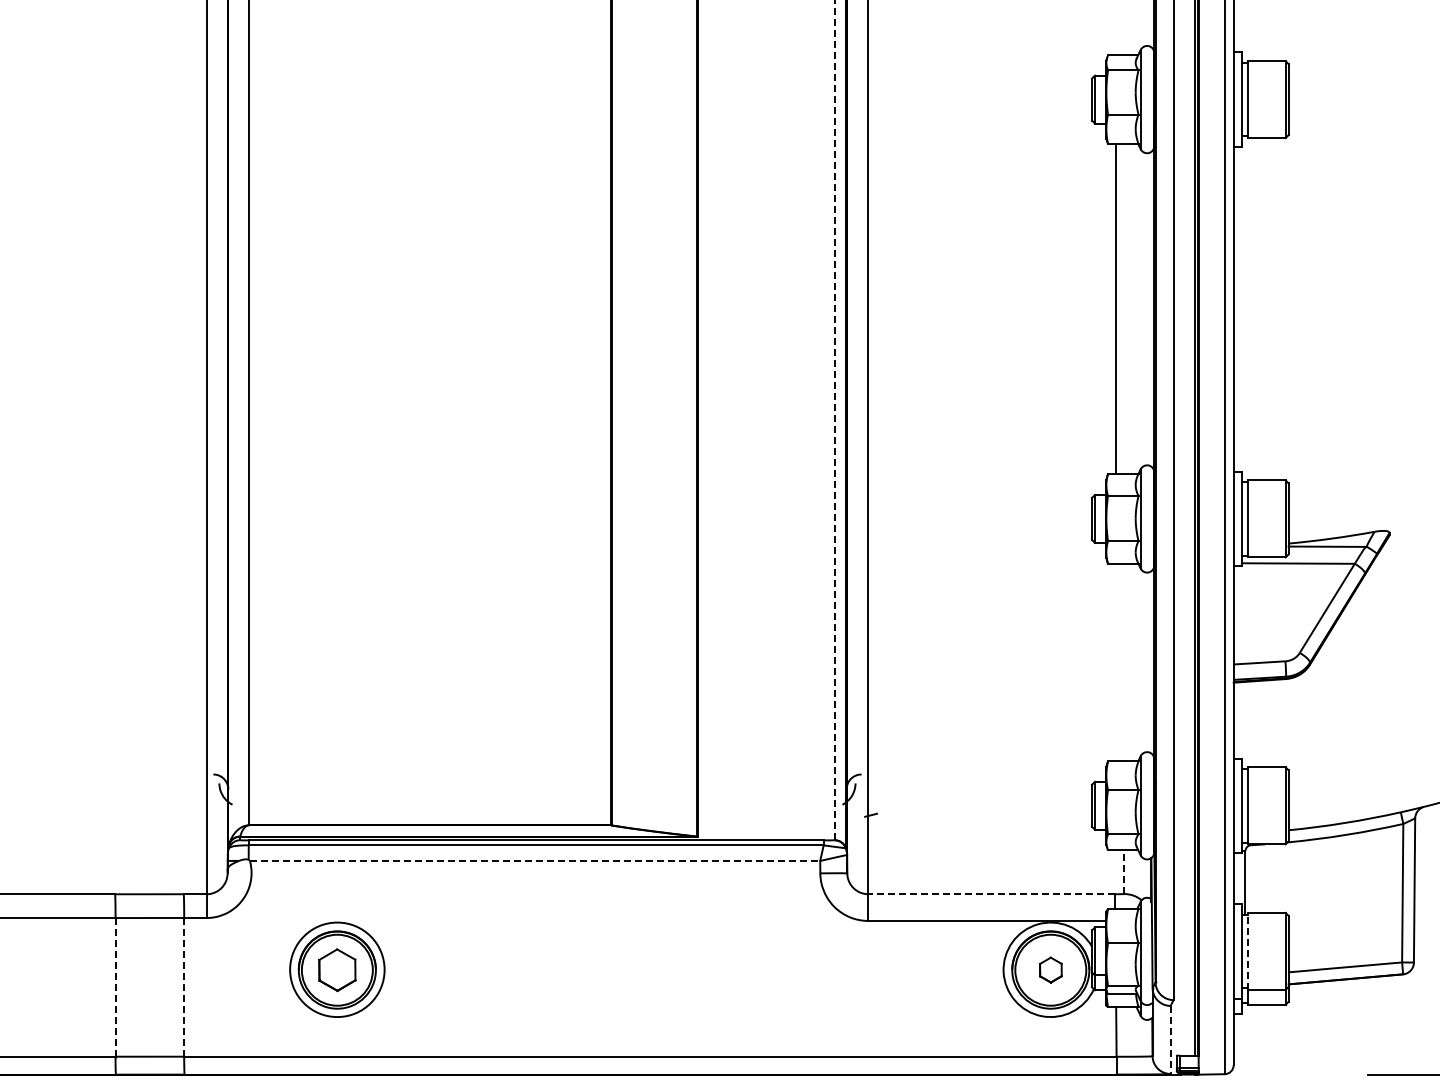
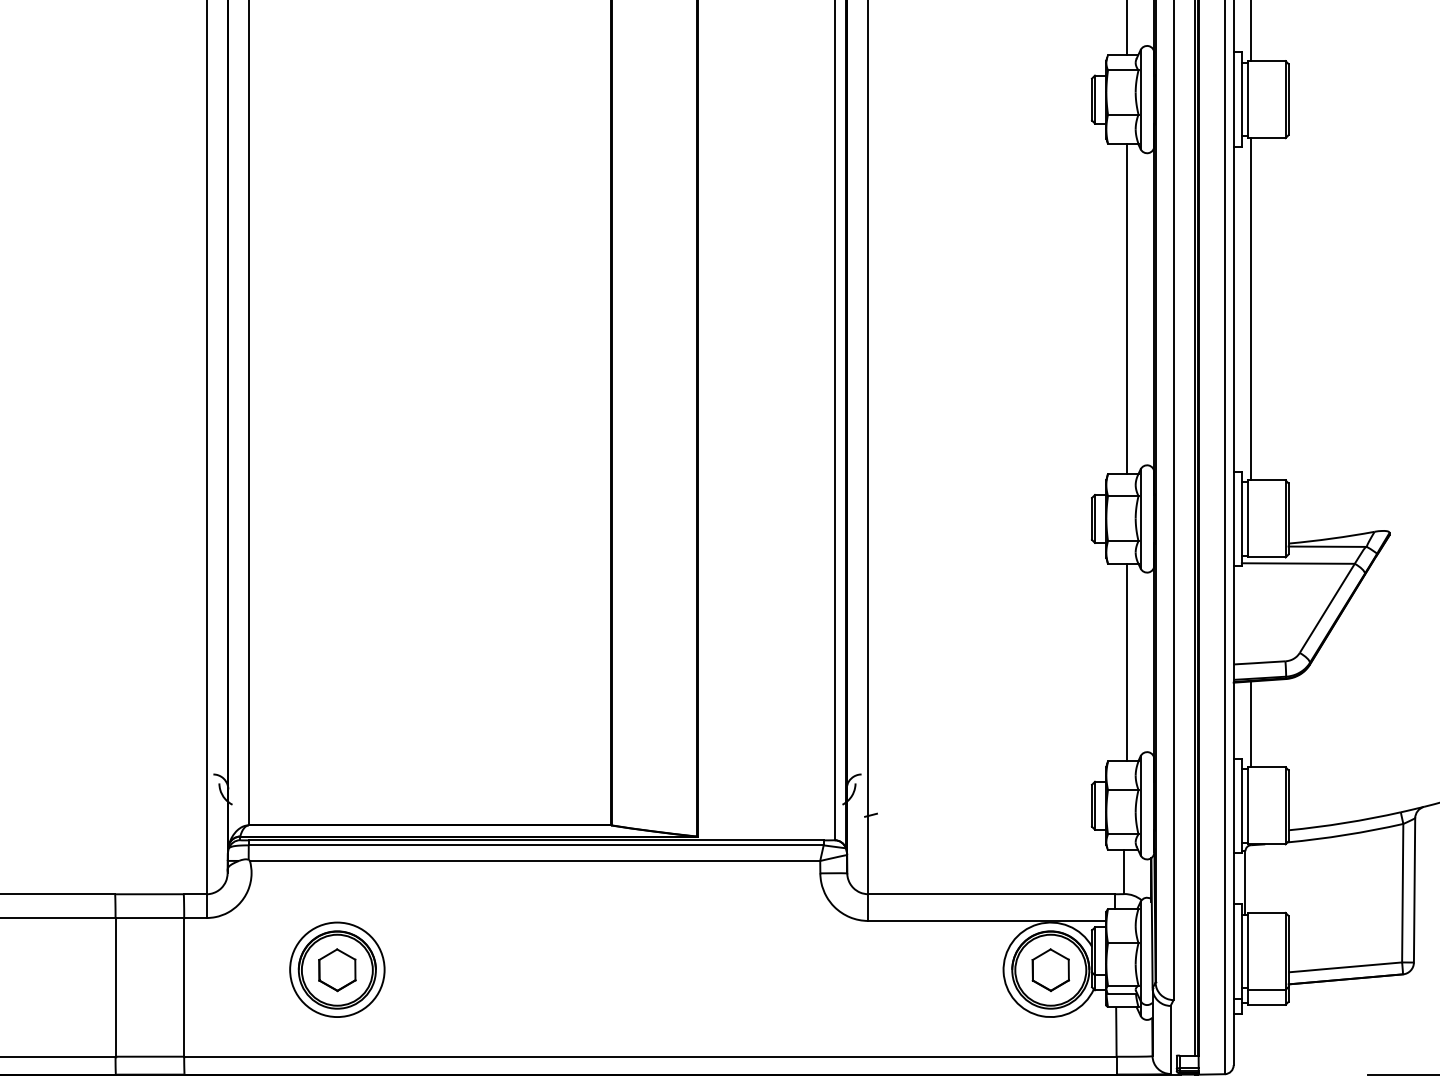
line at (1127, 28): none -> present
line at (1250, 31): none -> present
line at (1116, 308) position: (1116, 308) -> (1127, 308)
line at (1250, 309): none -> present
line at (834, 420): dashed -> solid
line at (1127, 662): none -> present
line at (1250, 724): none -> present
line at (535, 861): dashed -> solid
line at (1124, 872): dashed -> solid
line at (991, 894): dashed -> solid
line at (1247, 951): dashed -> solid
part at (1050, 969) size: 24x28 px -> 40x44 px
line at (115, 986): dashed -> solid
line at (184, 986): dashed -> solid
line at (1170, 1039): dashed -> solid
